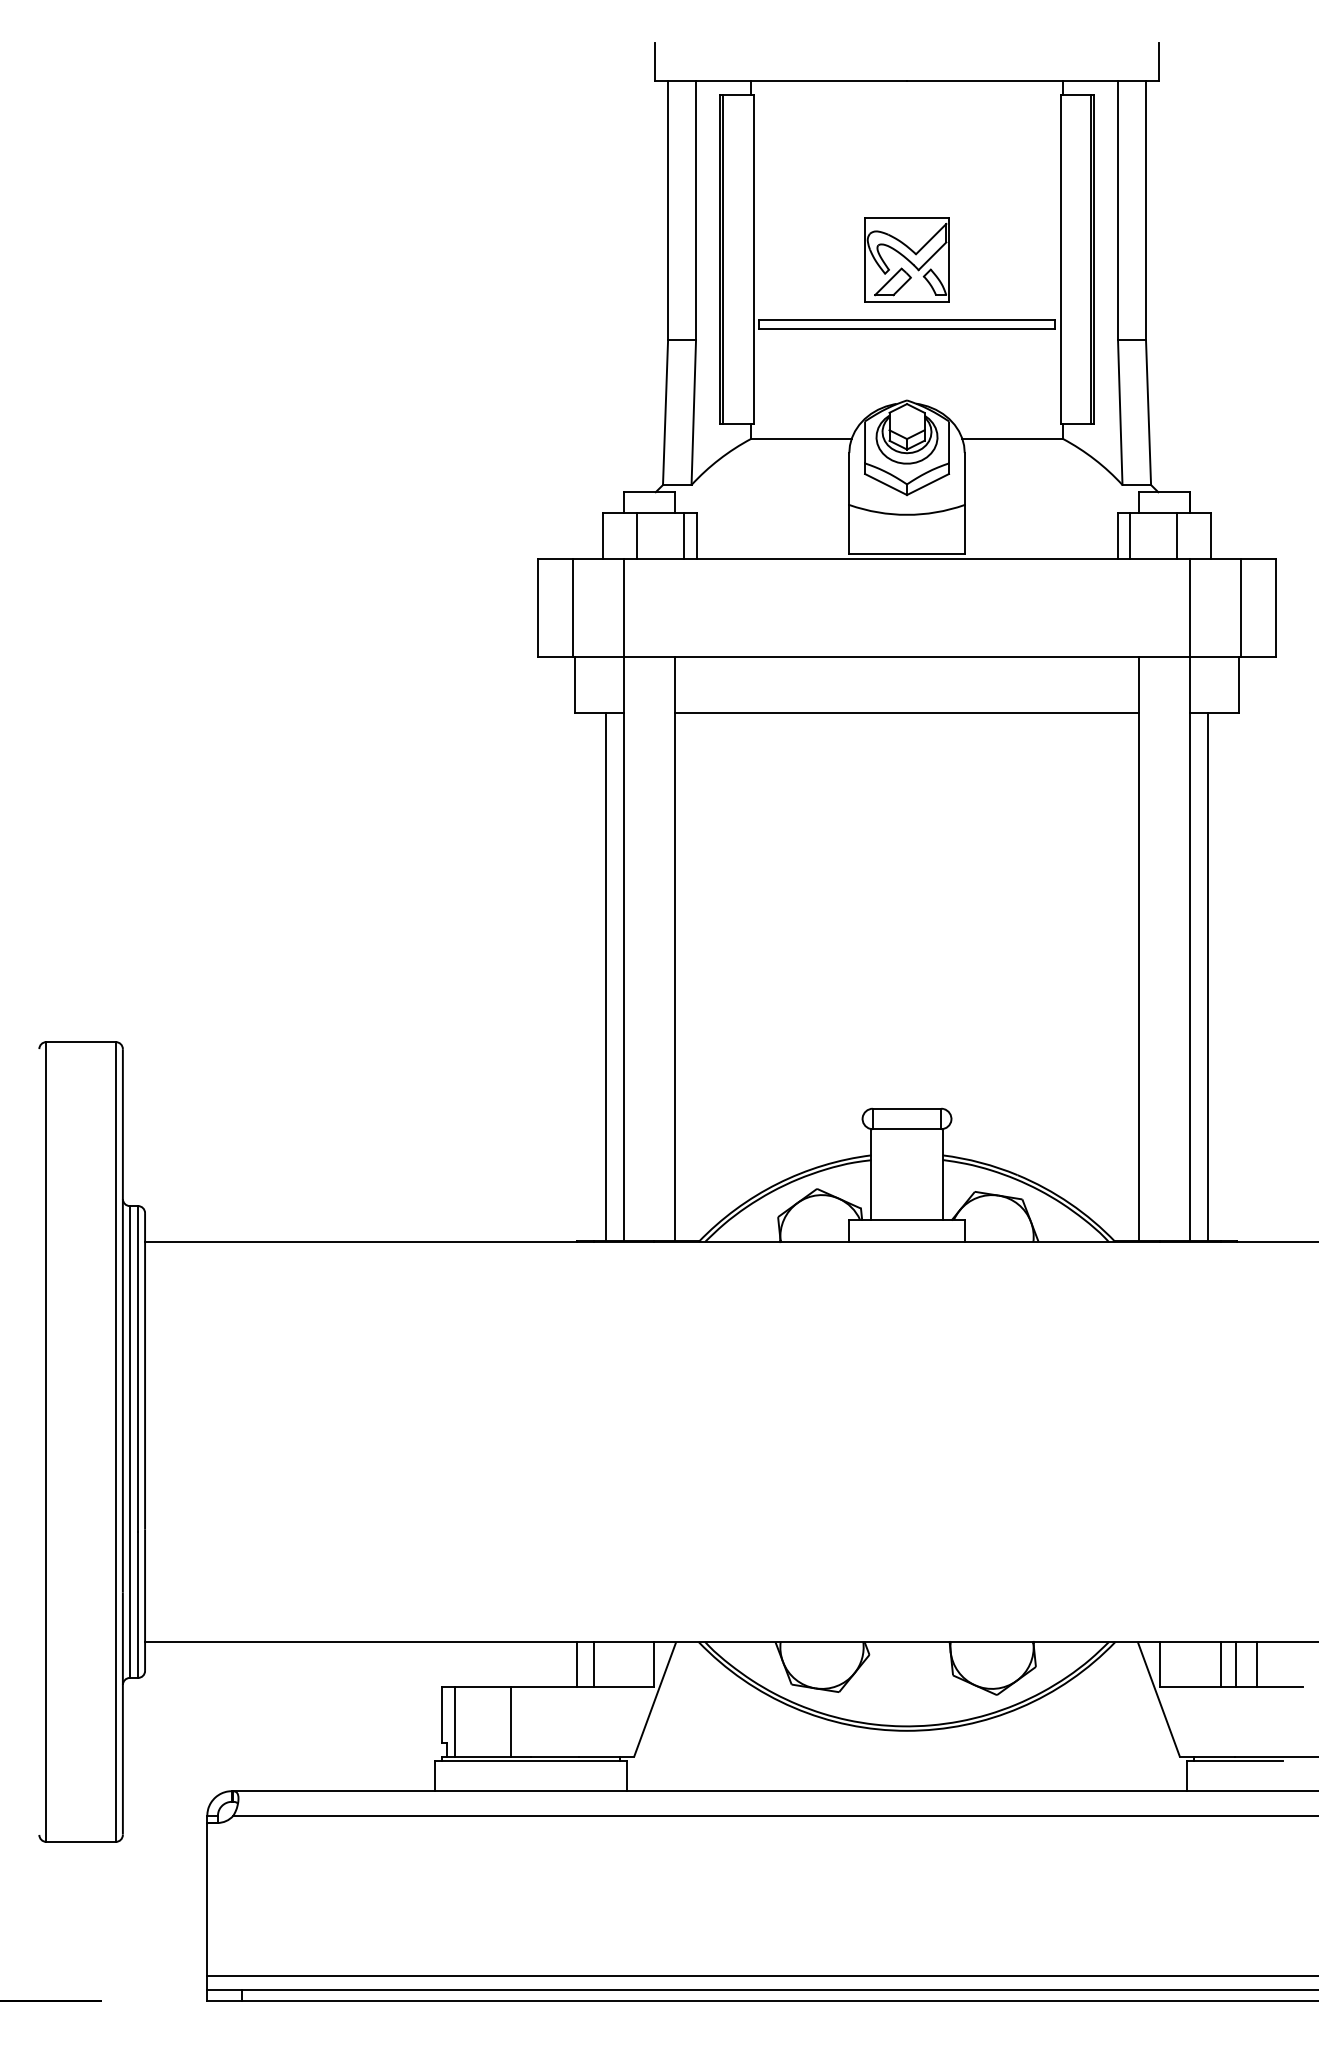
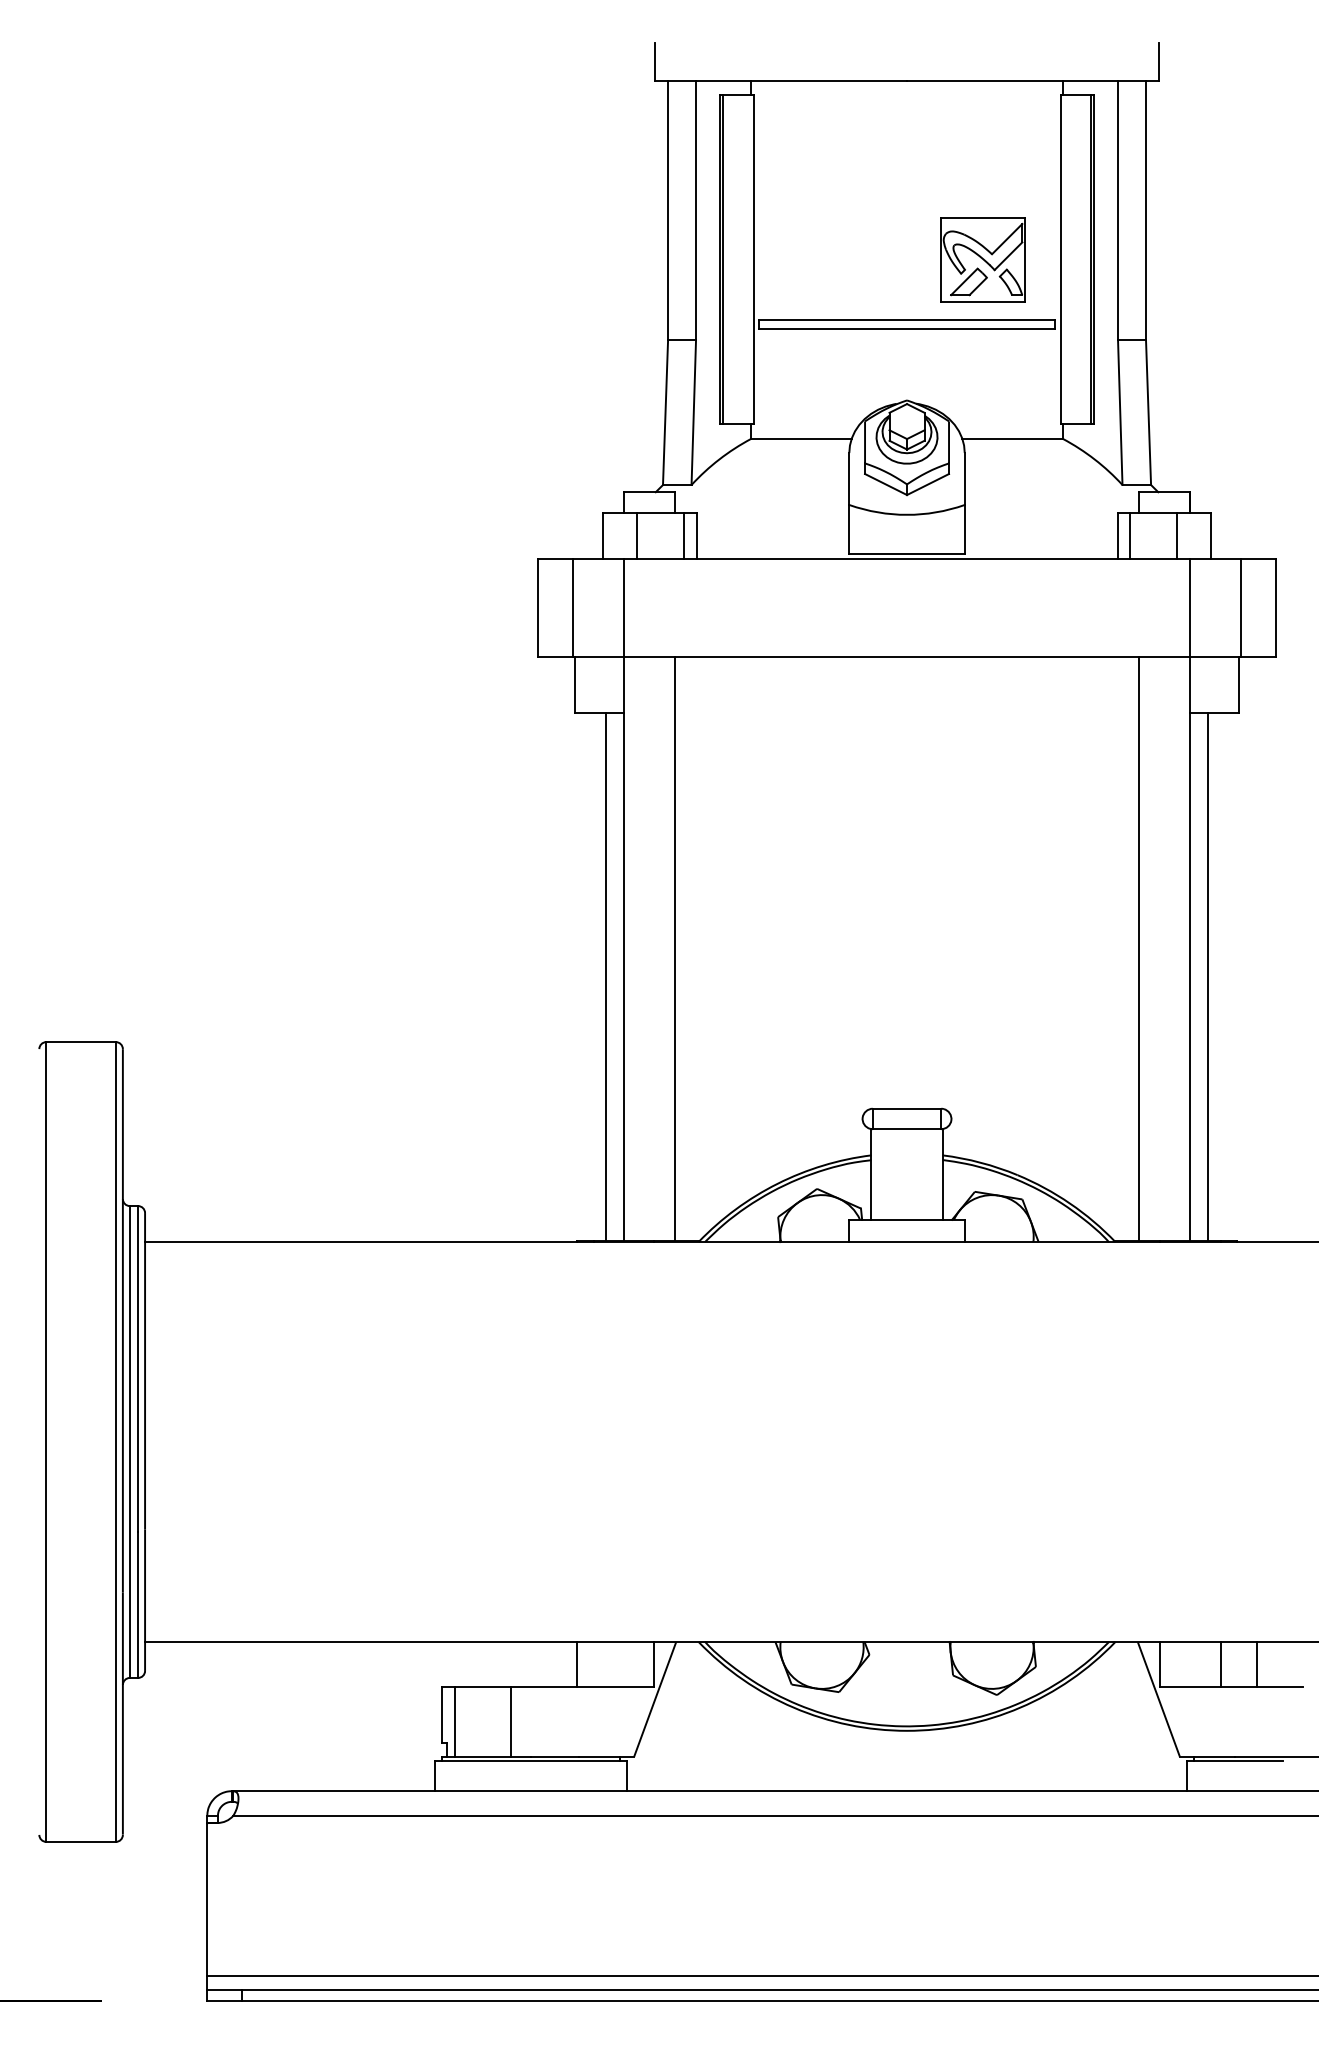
part at (906, 259) position: (906, 259) -> (982, 259)
line at (906, 712): present -> none
line at (593, 1663): present -> none
line at (1235, 1663): present -> none
